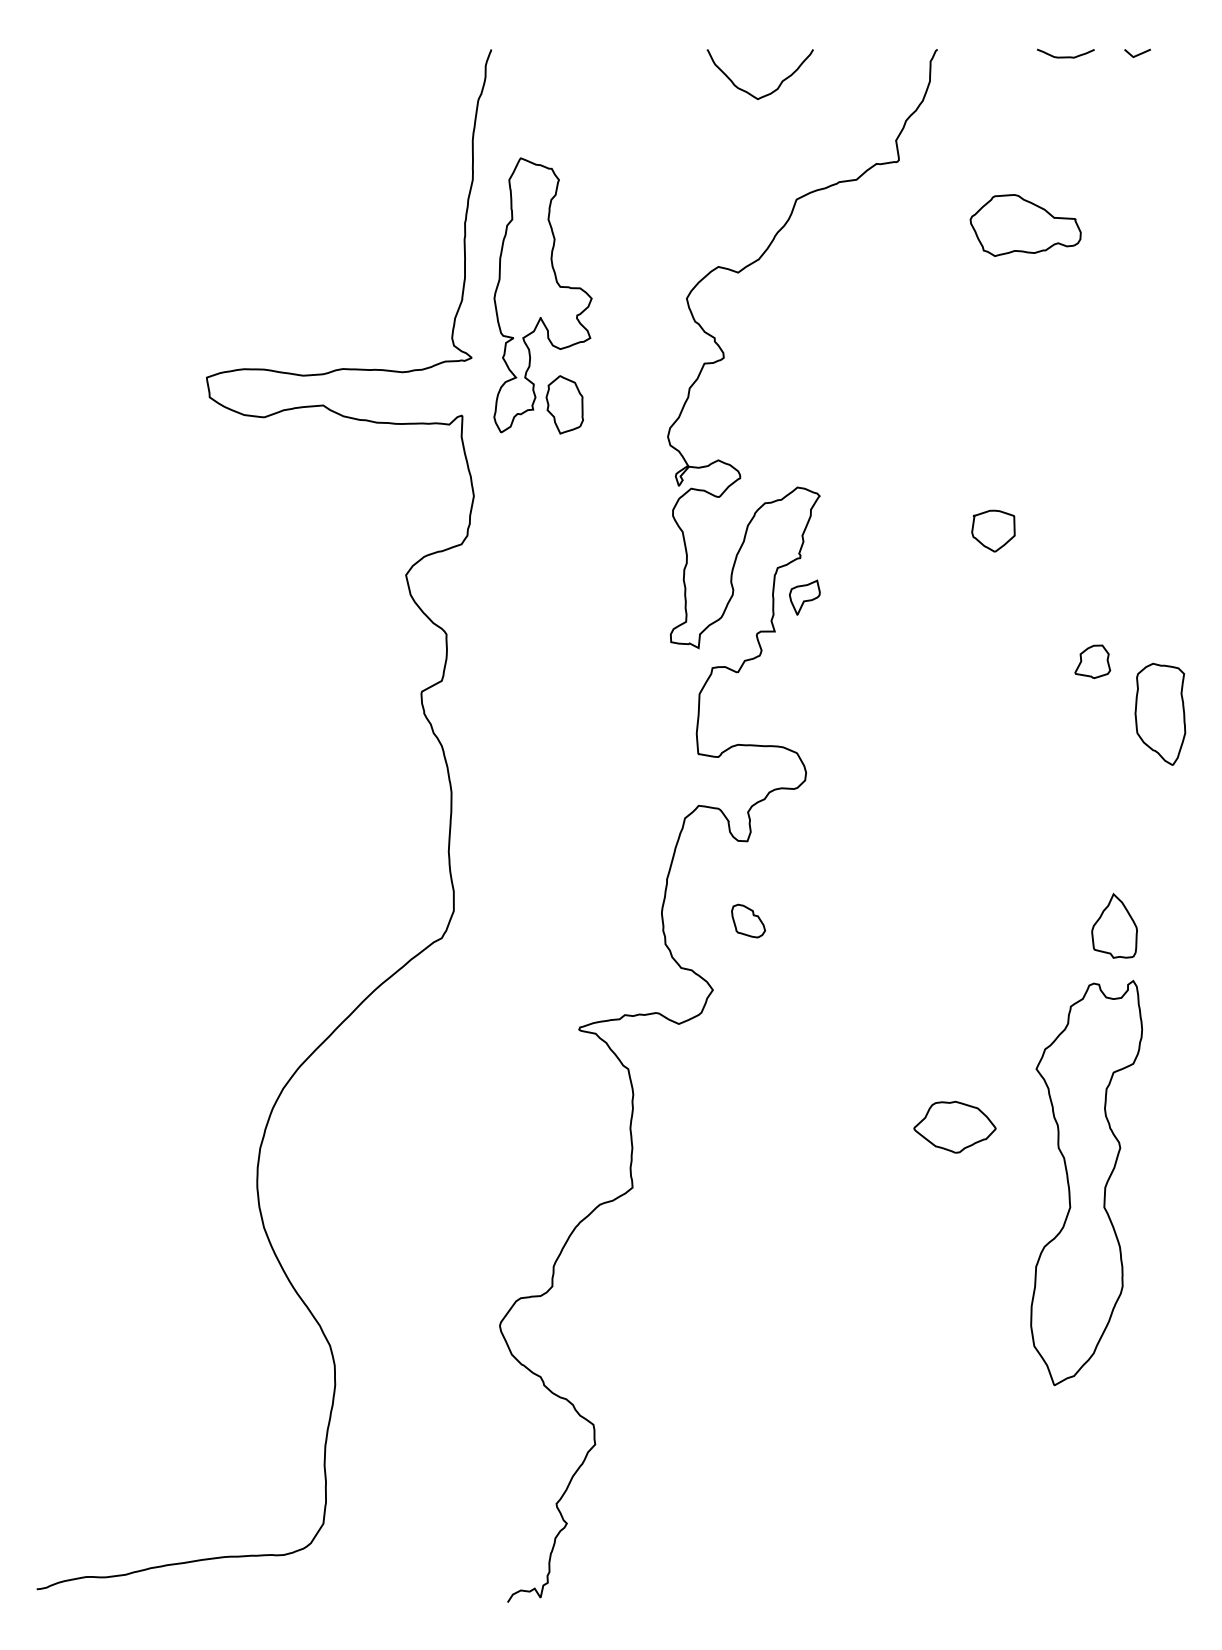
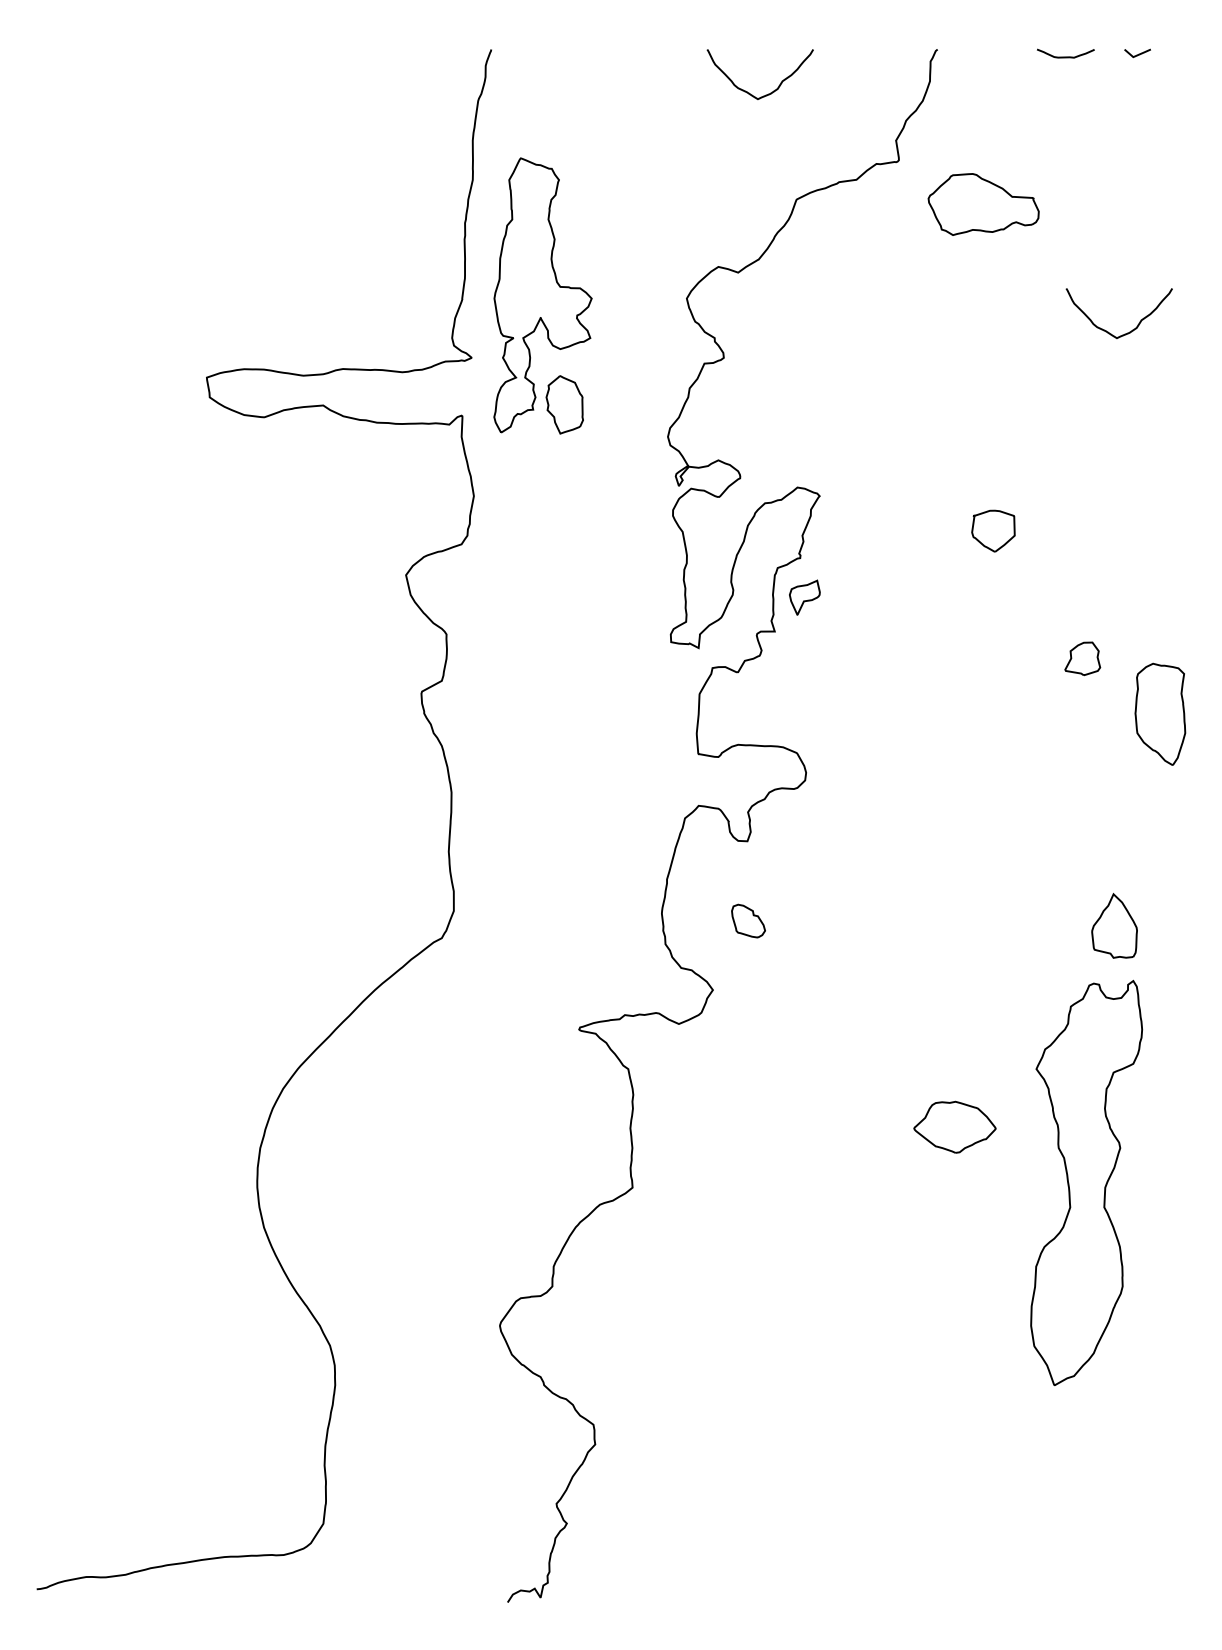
part at (1025, 225) position: (1025, 225) -> (983, 204)
curve at (1108, 331): none -> present
part at (1092, 661) position: (1092, 661) -> (1082, 658)
